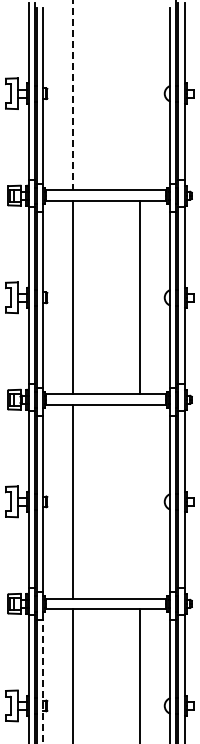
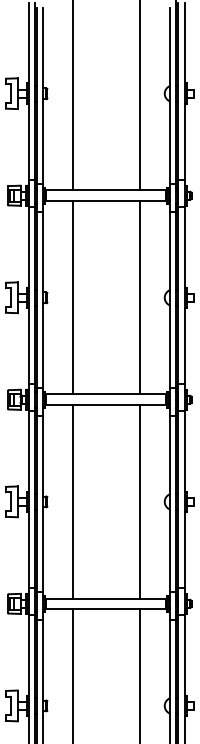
line at (72, 95): dashed -> solid
line at (139, 96): none -> present
line at (139, 501): none -> present
line at (43, 681): dashed -> solid
